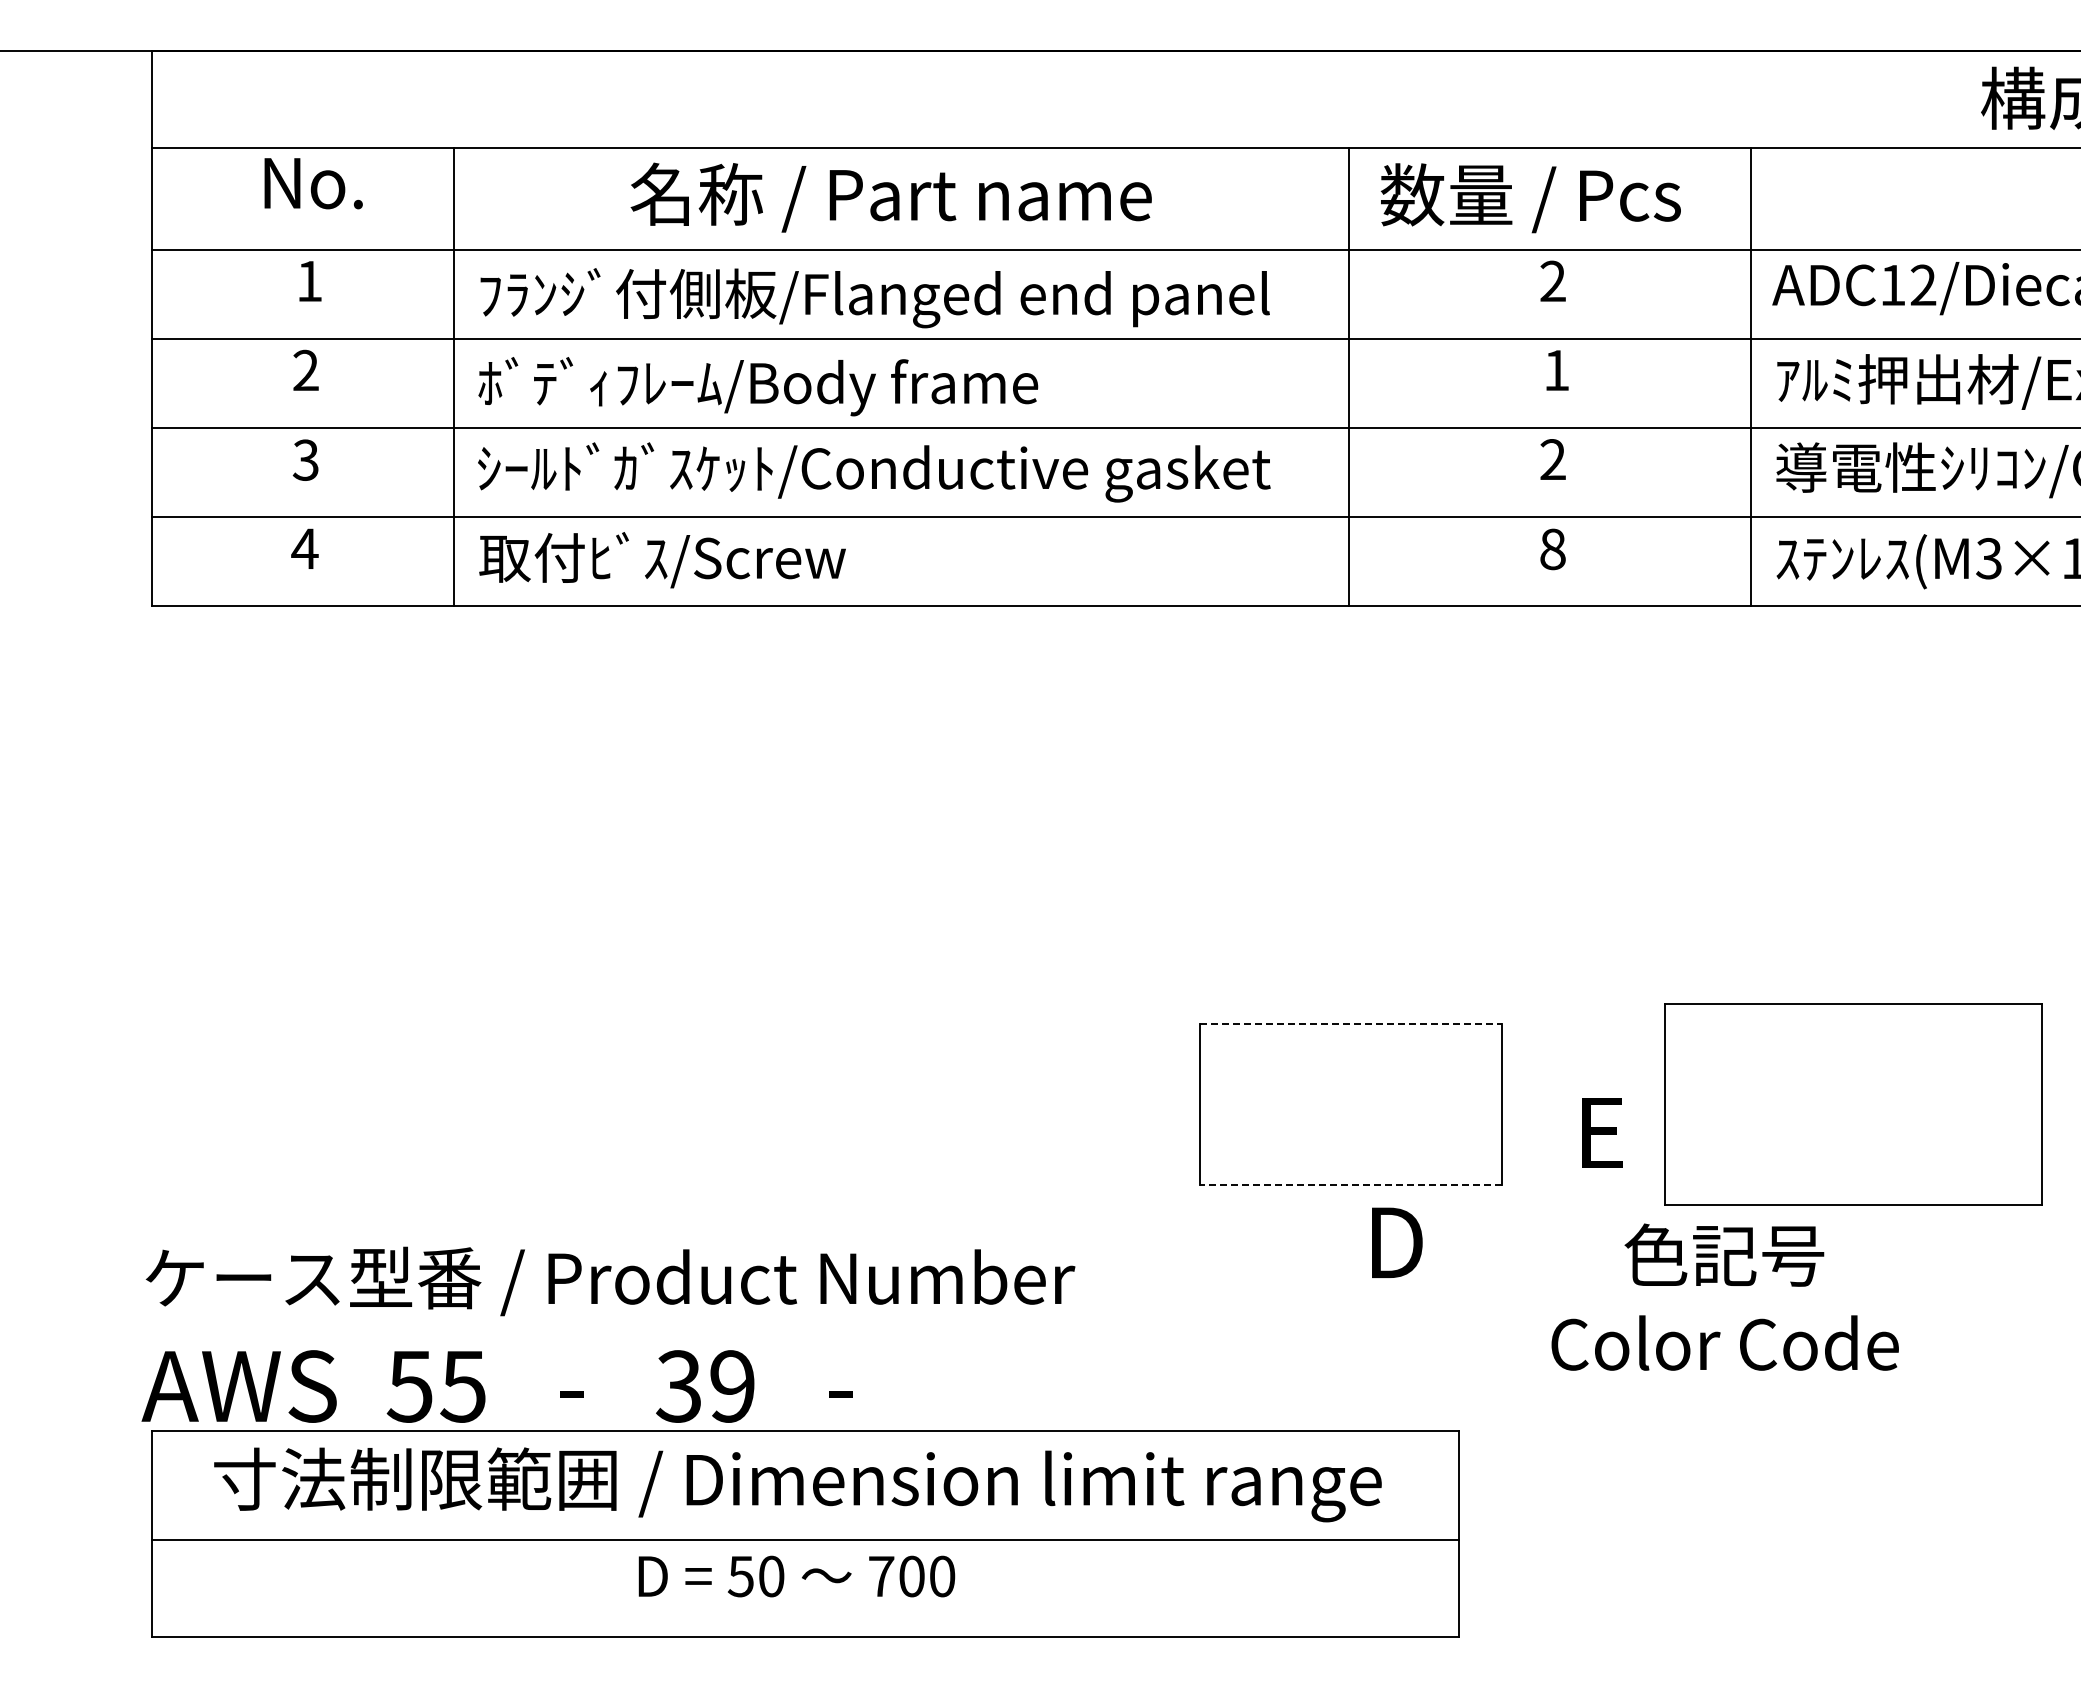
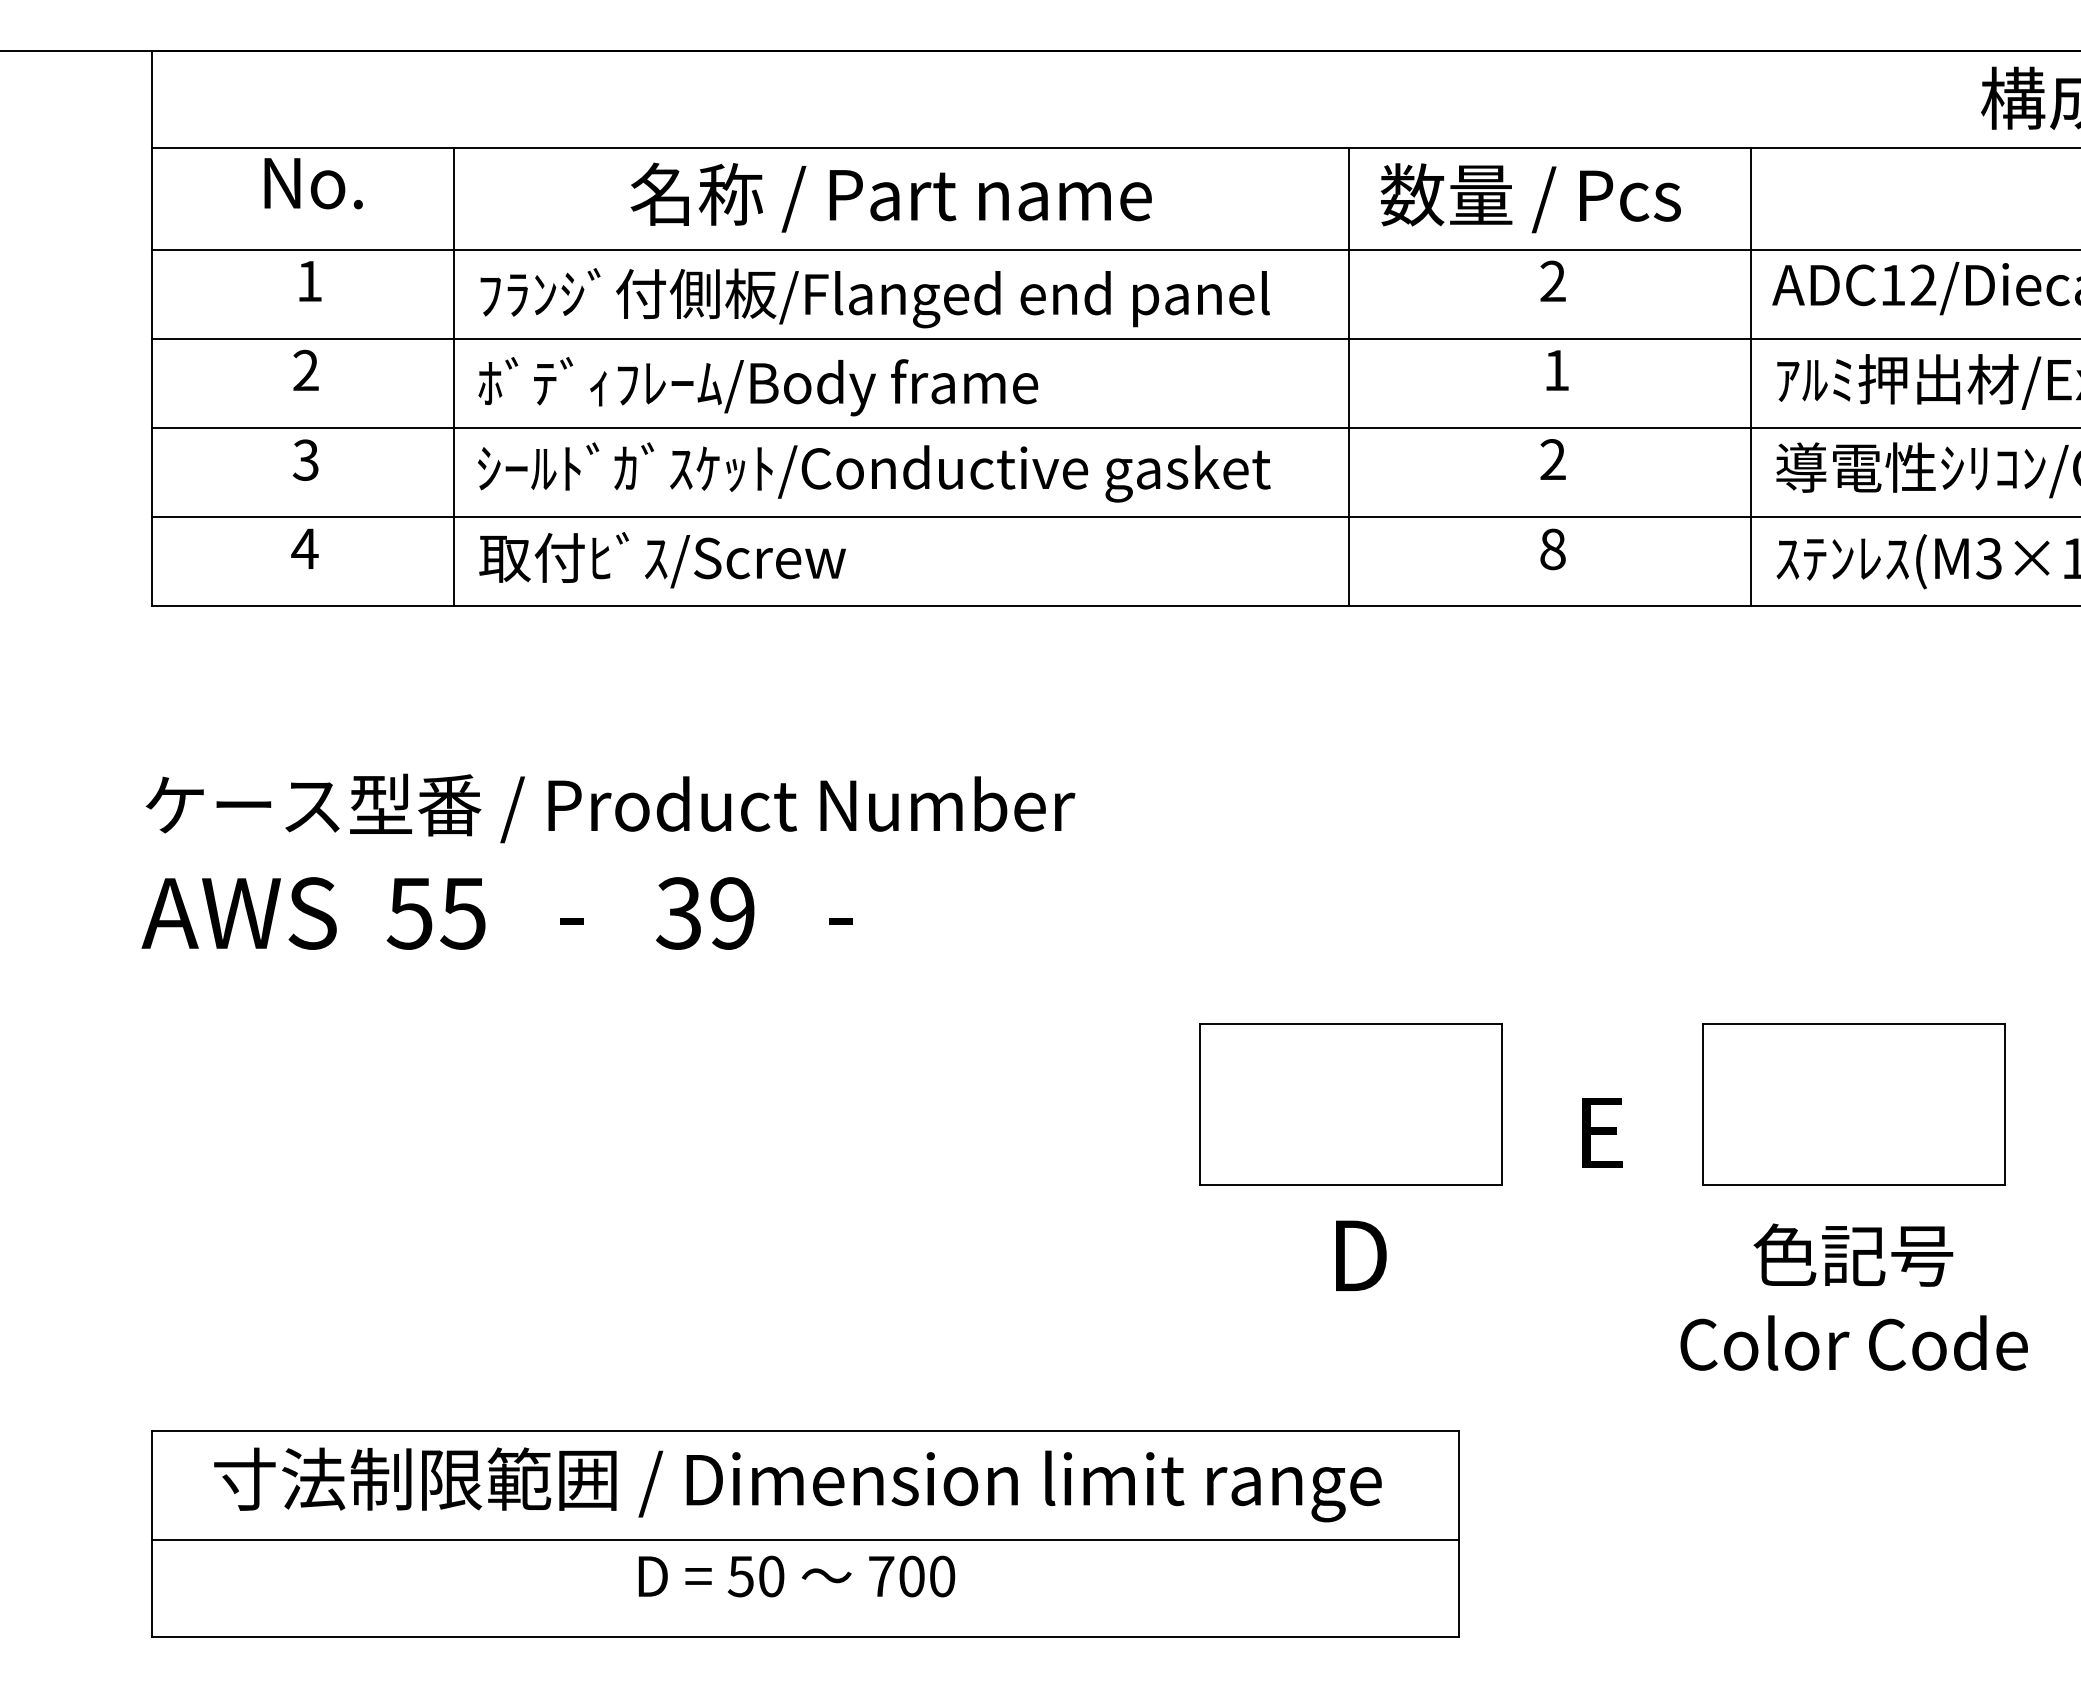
line at (1350, 1023): dashed -> solid
part at (1853, 1104) size: 379x203 px -> 304x163 px
line at (1350, 1184): dashed -> solid
text at (1397, 1242) position: (1397, 1242) -> (1361, 1255)
text at (1724, 1296) position: (1724, 1296) -> (1853, 1296)
text at (608, 1334) position: (608, 1334) -> (608, 861)
